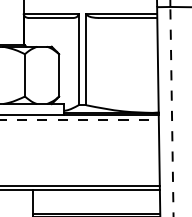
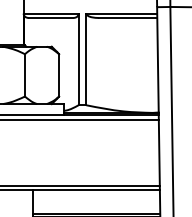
line at (171, 111): dashed -> solid
line at (80, 119): dashed -> solid
